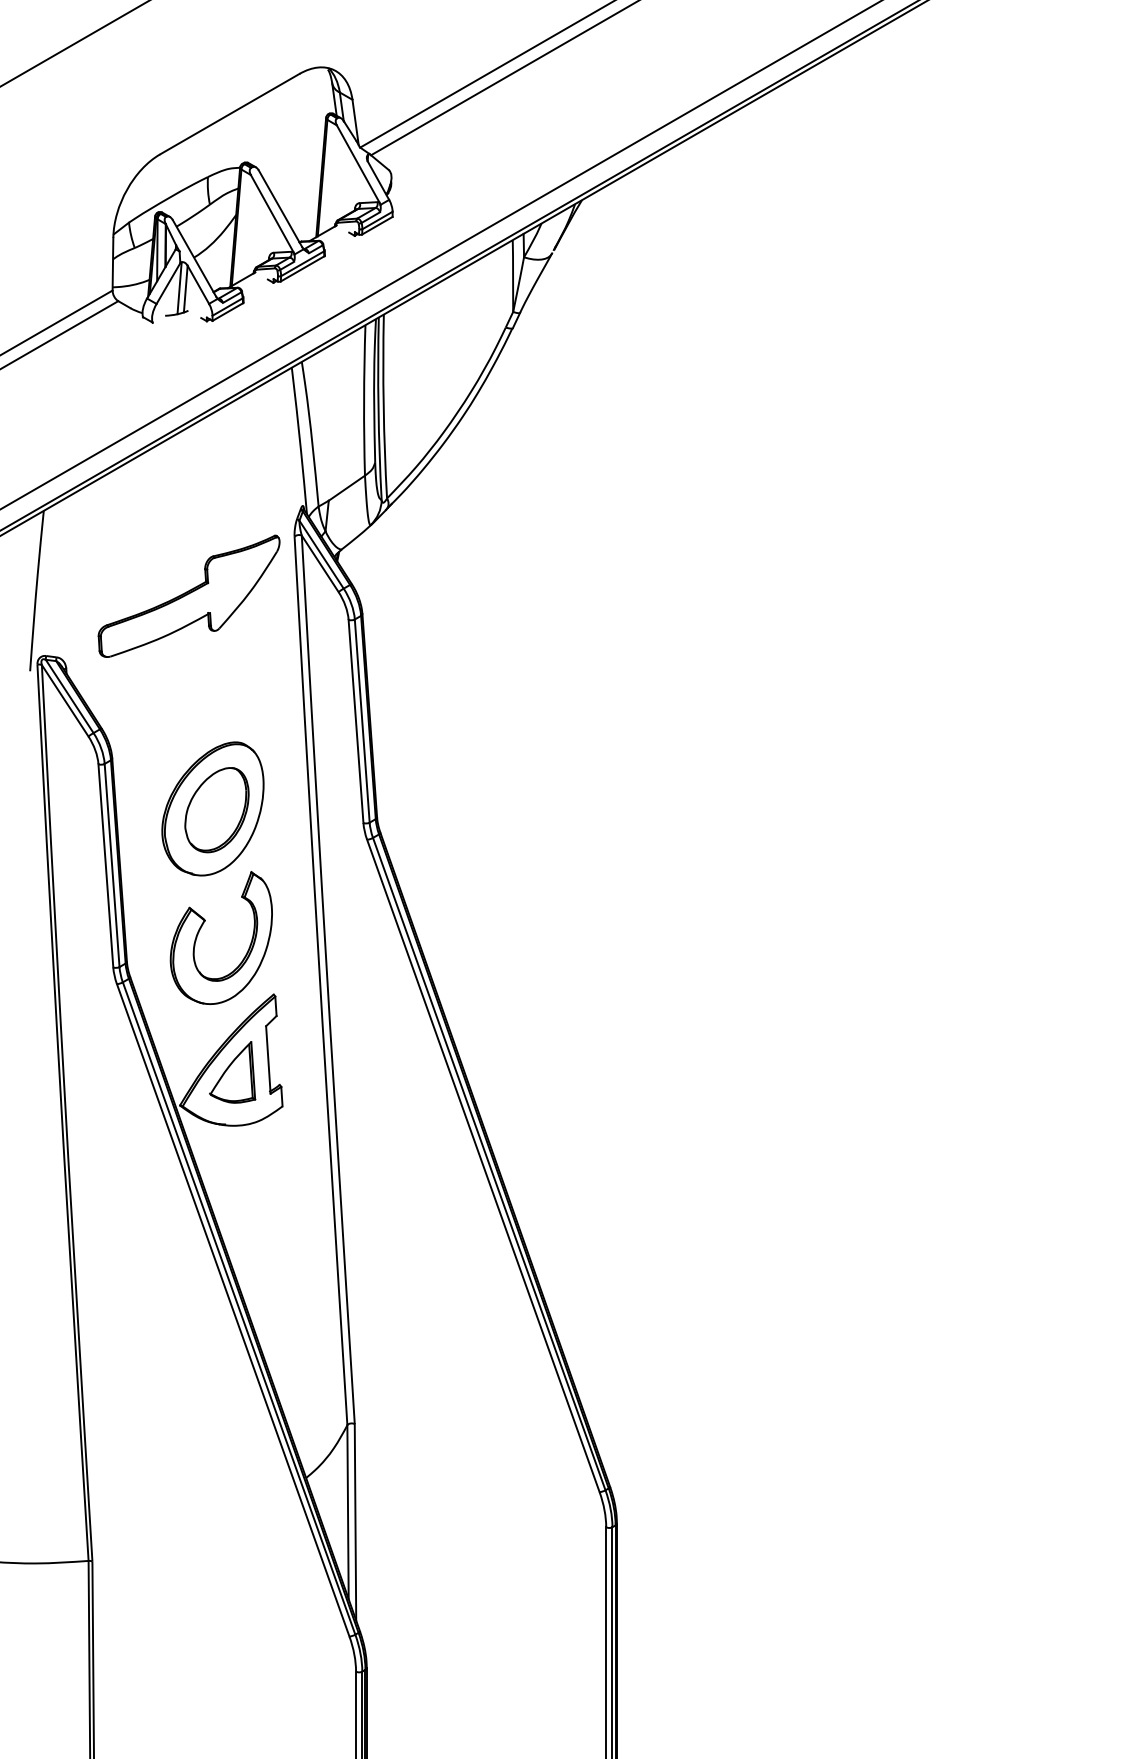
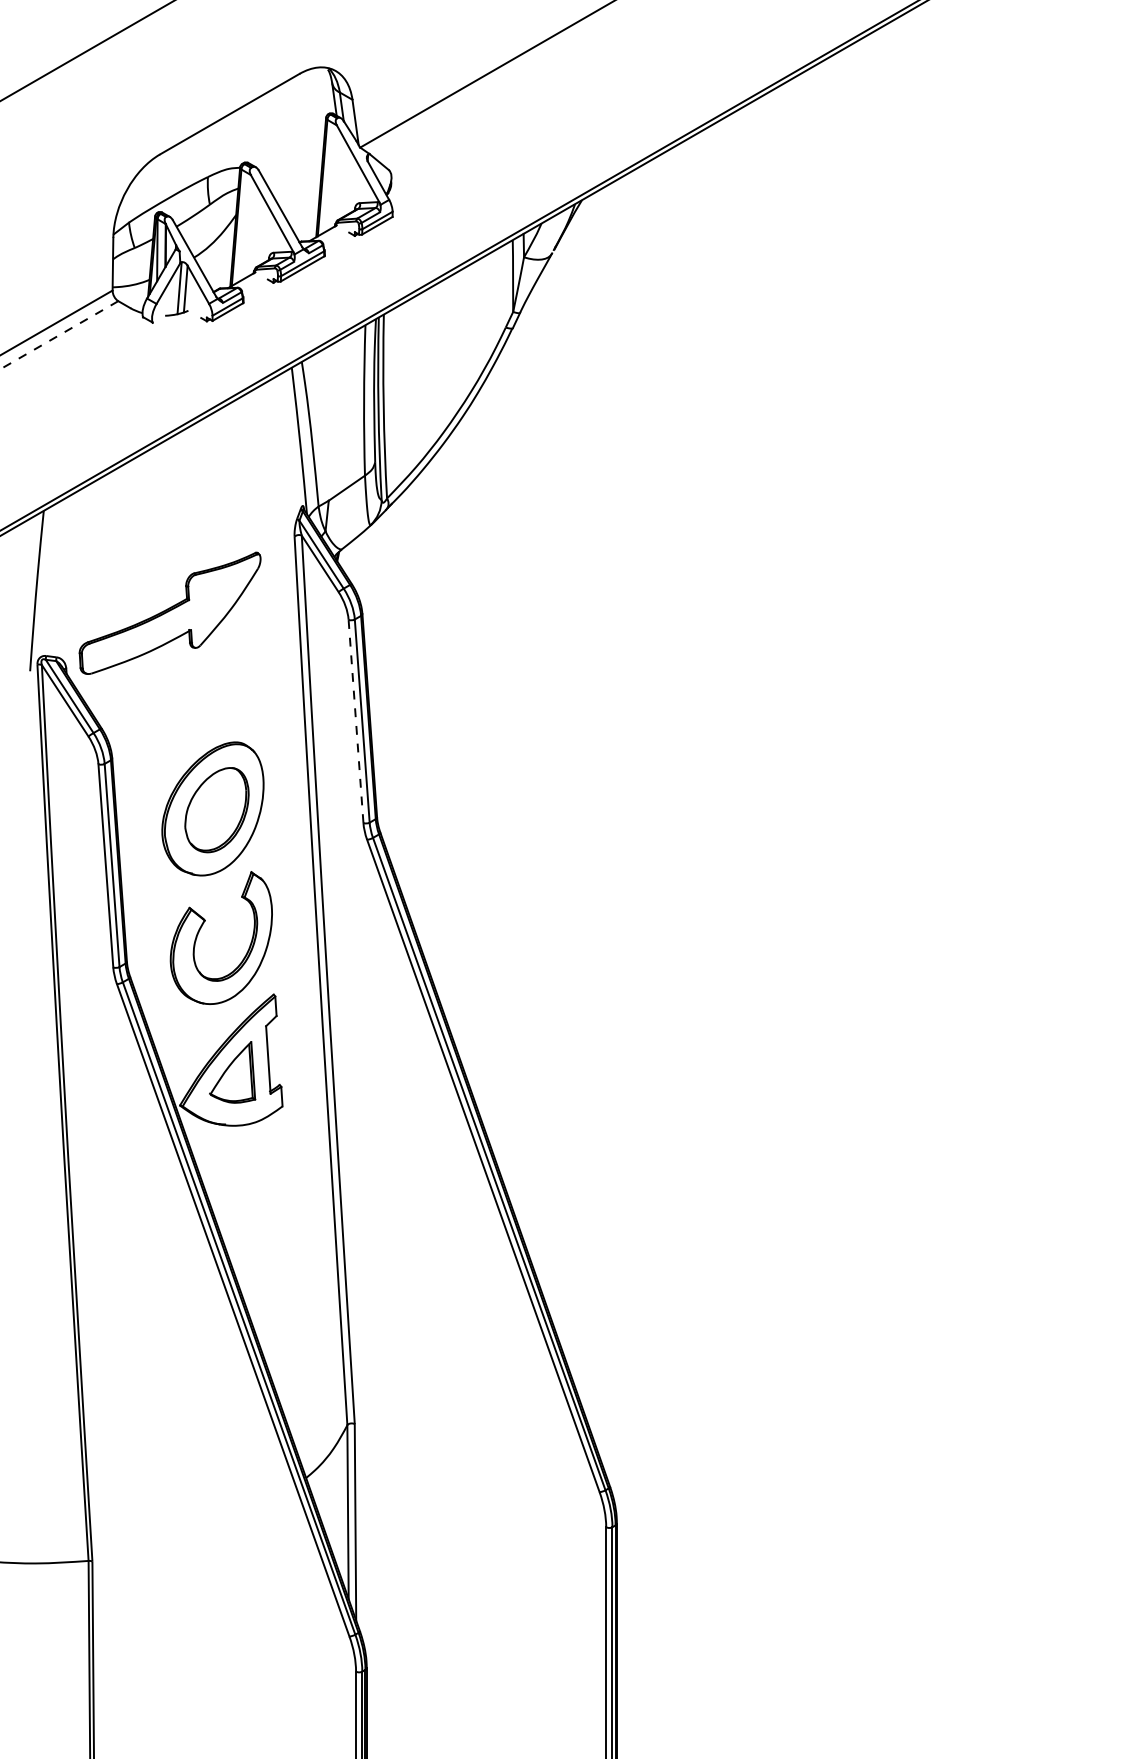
line at (74, 43) position: (74, 43) -> (86, 51)
line at (503, 78): present -> none
line at (440, 255): present -> none
line at (59, 335): solid -> dashed
part at (188, 595) position: (188, 595) -> (169, 612)
line at (356, 721): solid -> dashed
